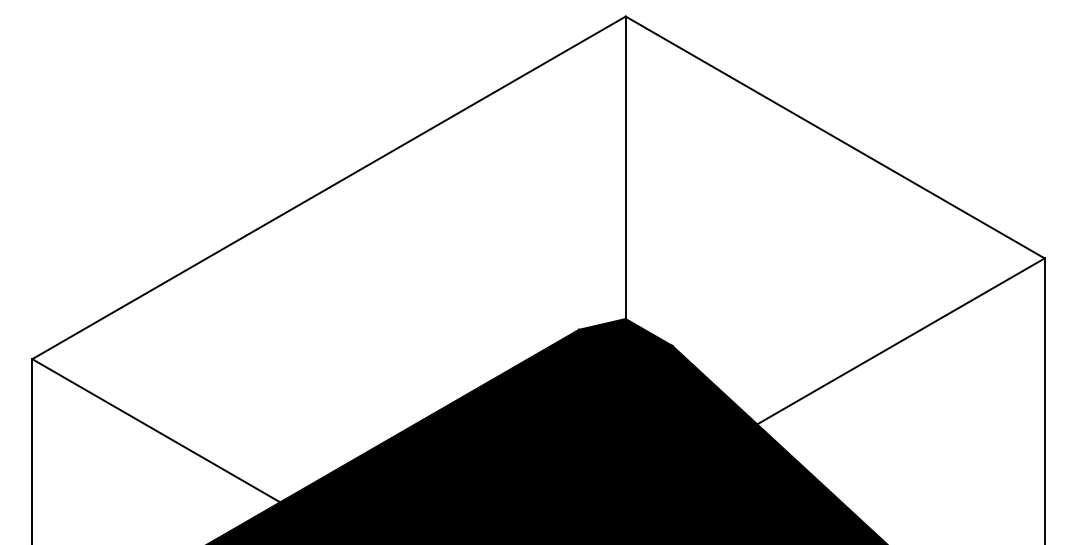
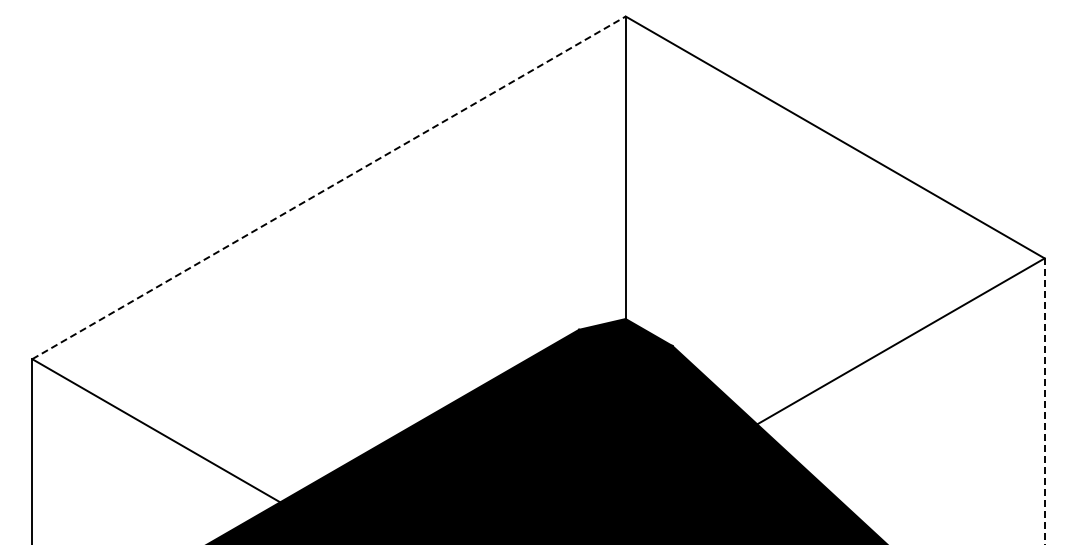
line at (329, 187): solid -> dashed
line at (1044, 401): solid -> dashed
